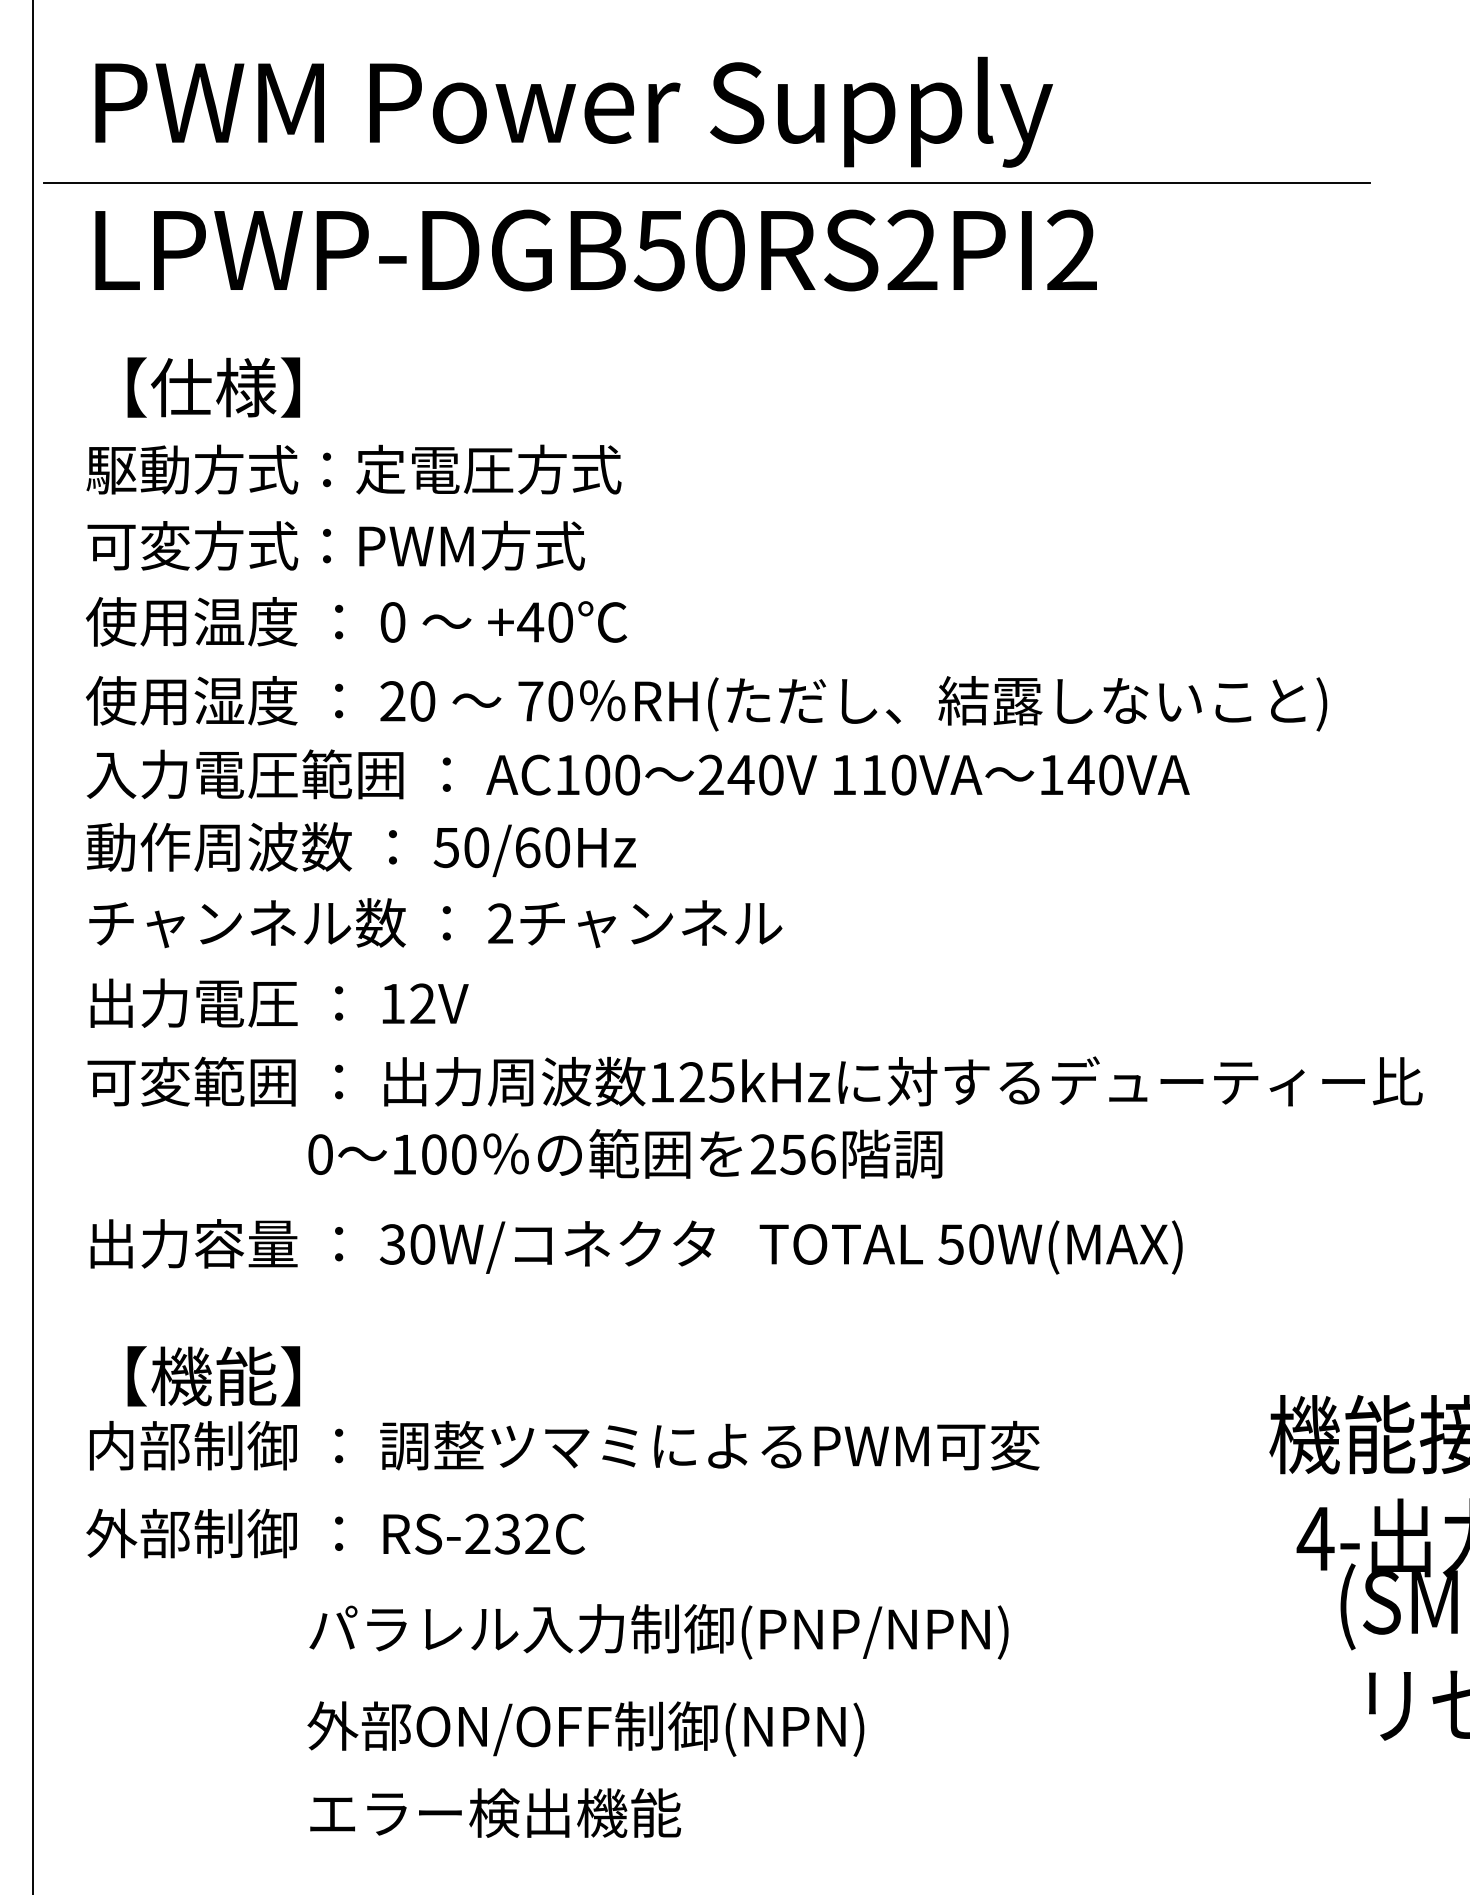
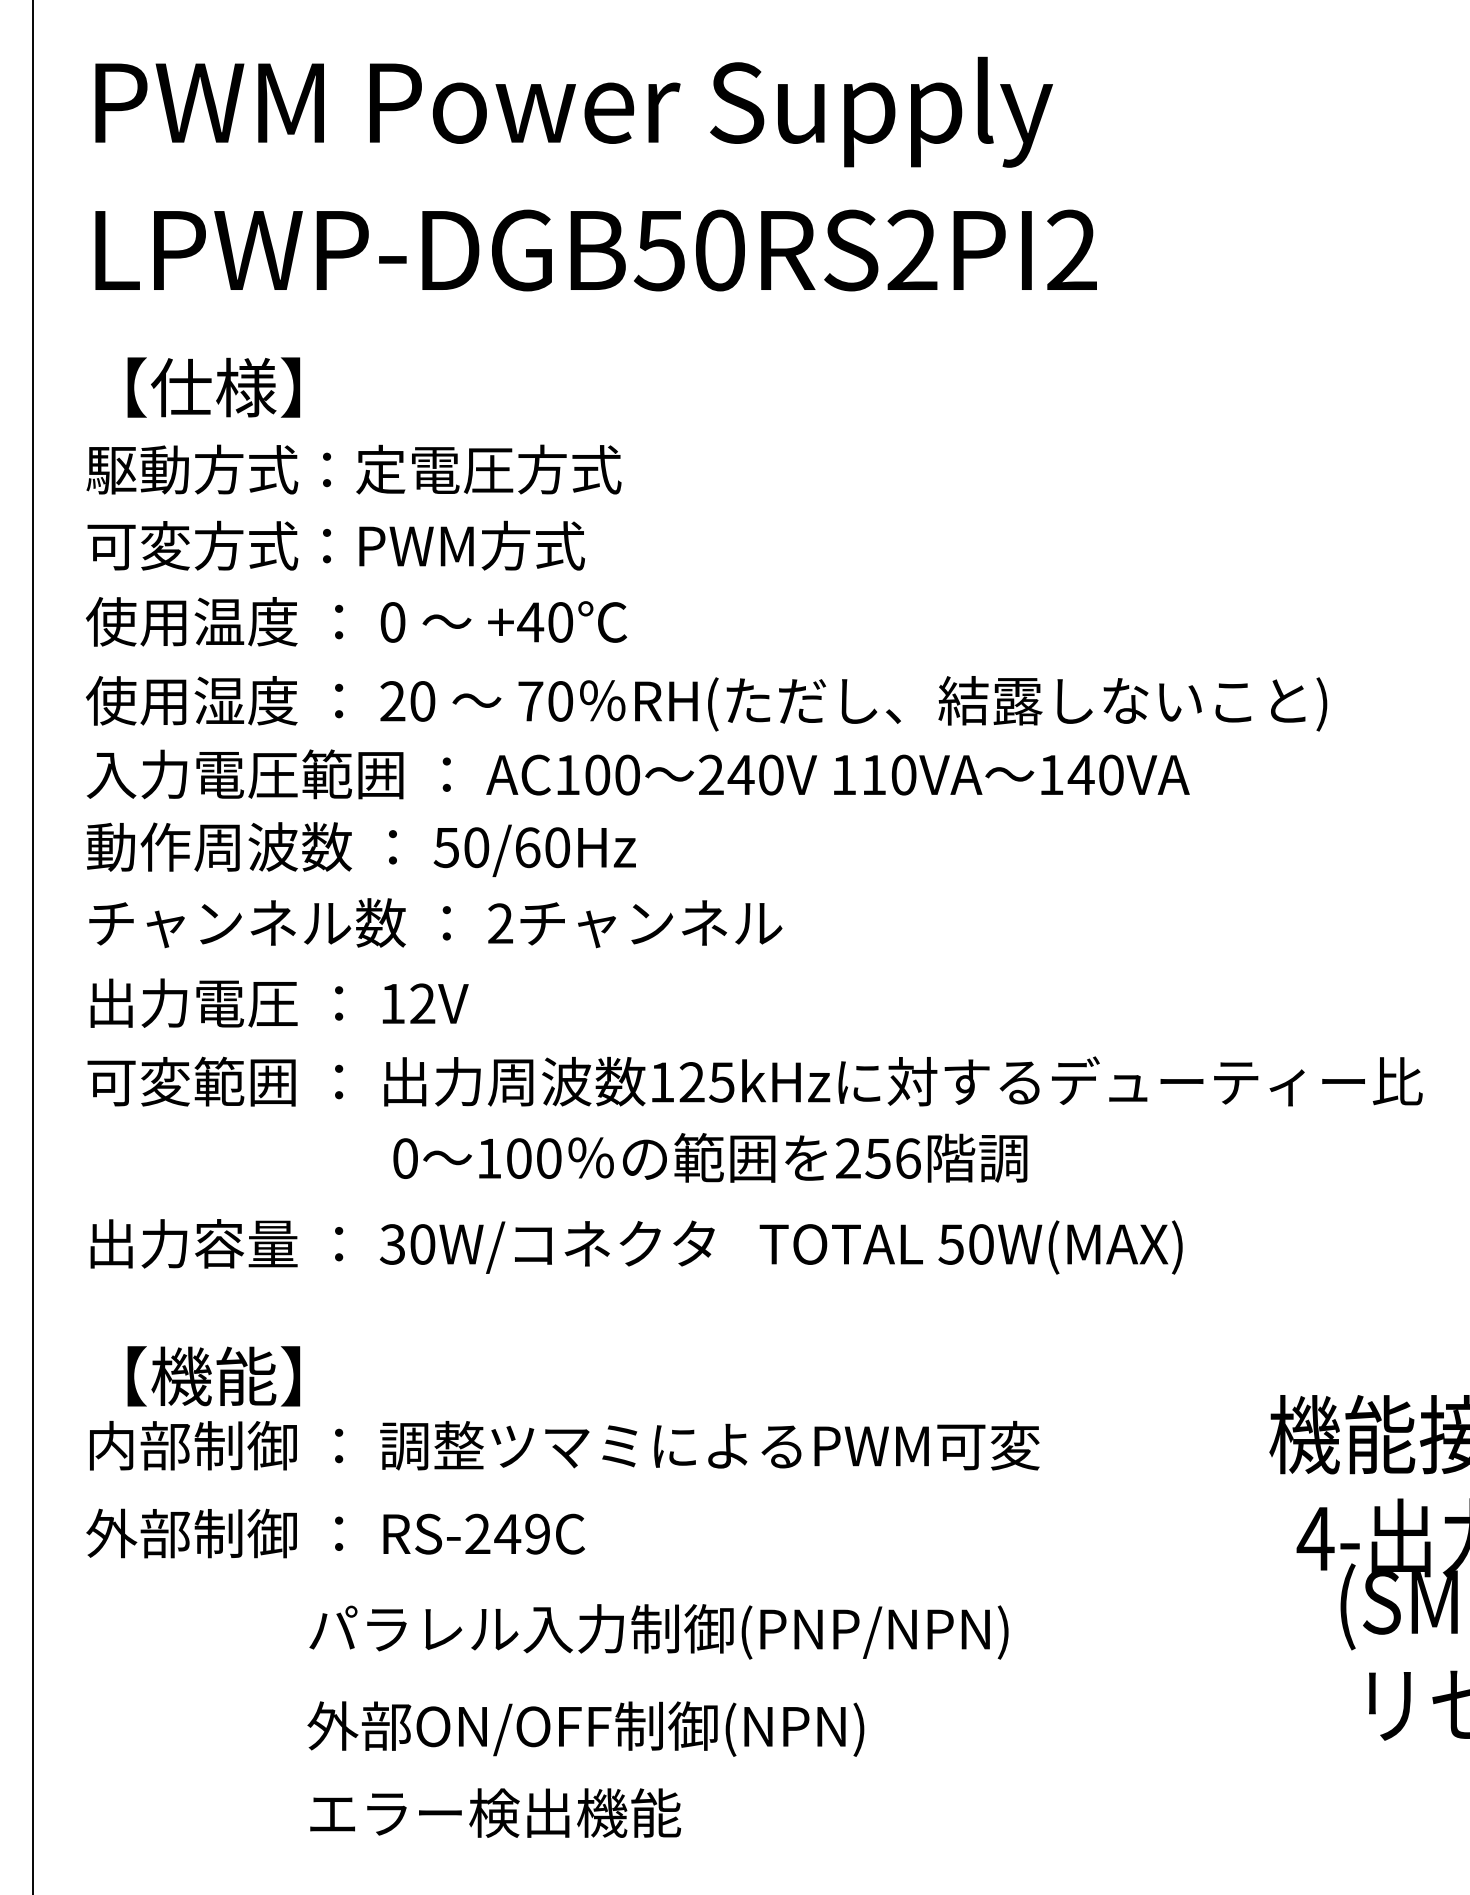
line at (706, 182): present -> none
text at (625, 1153) position: (625, 1153) -> (710, 1157)
text at (522, 1533): RS-232C -> RS-249C
